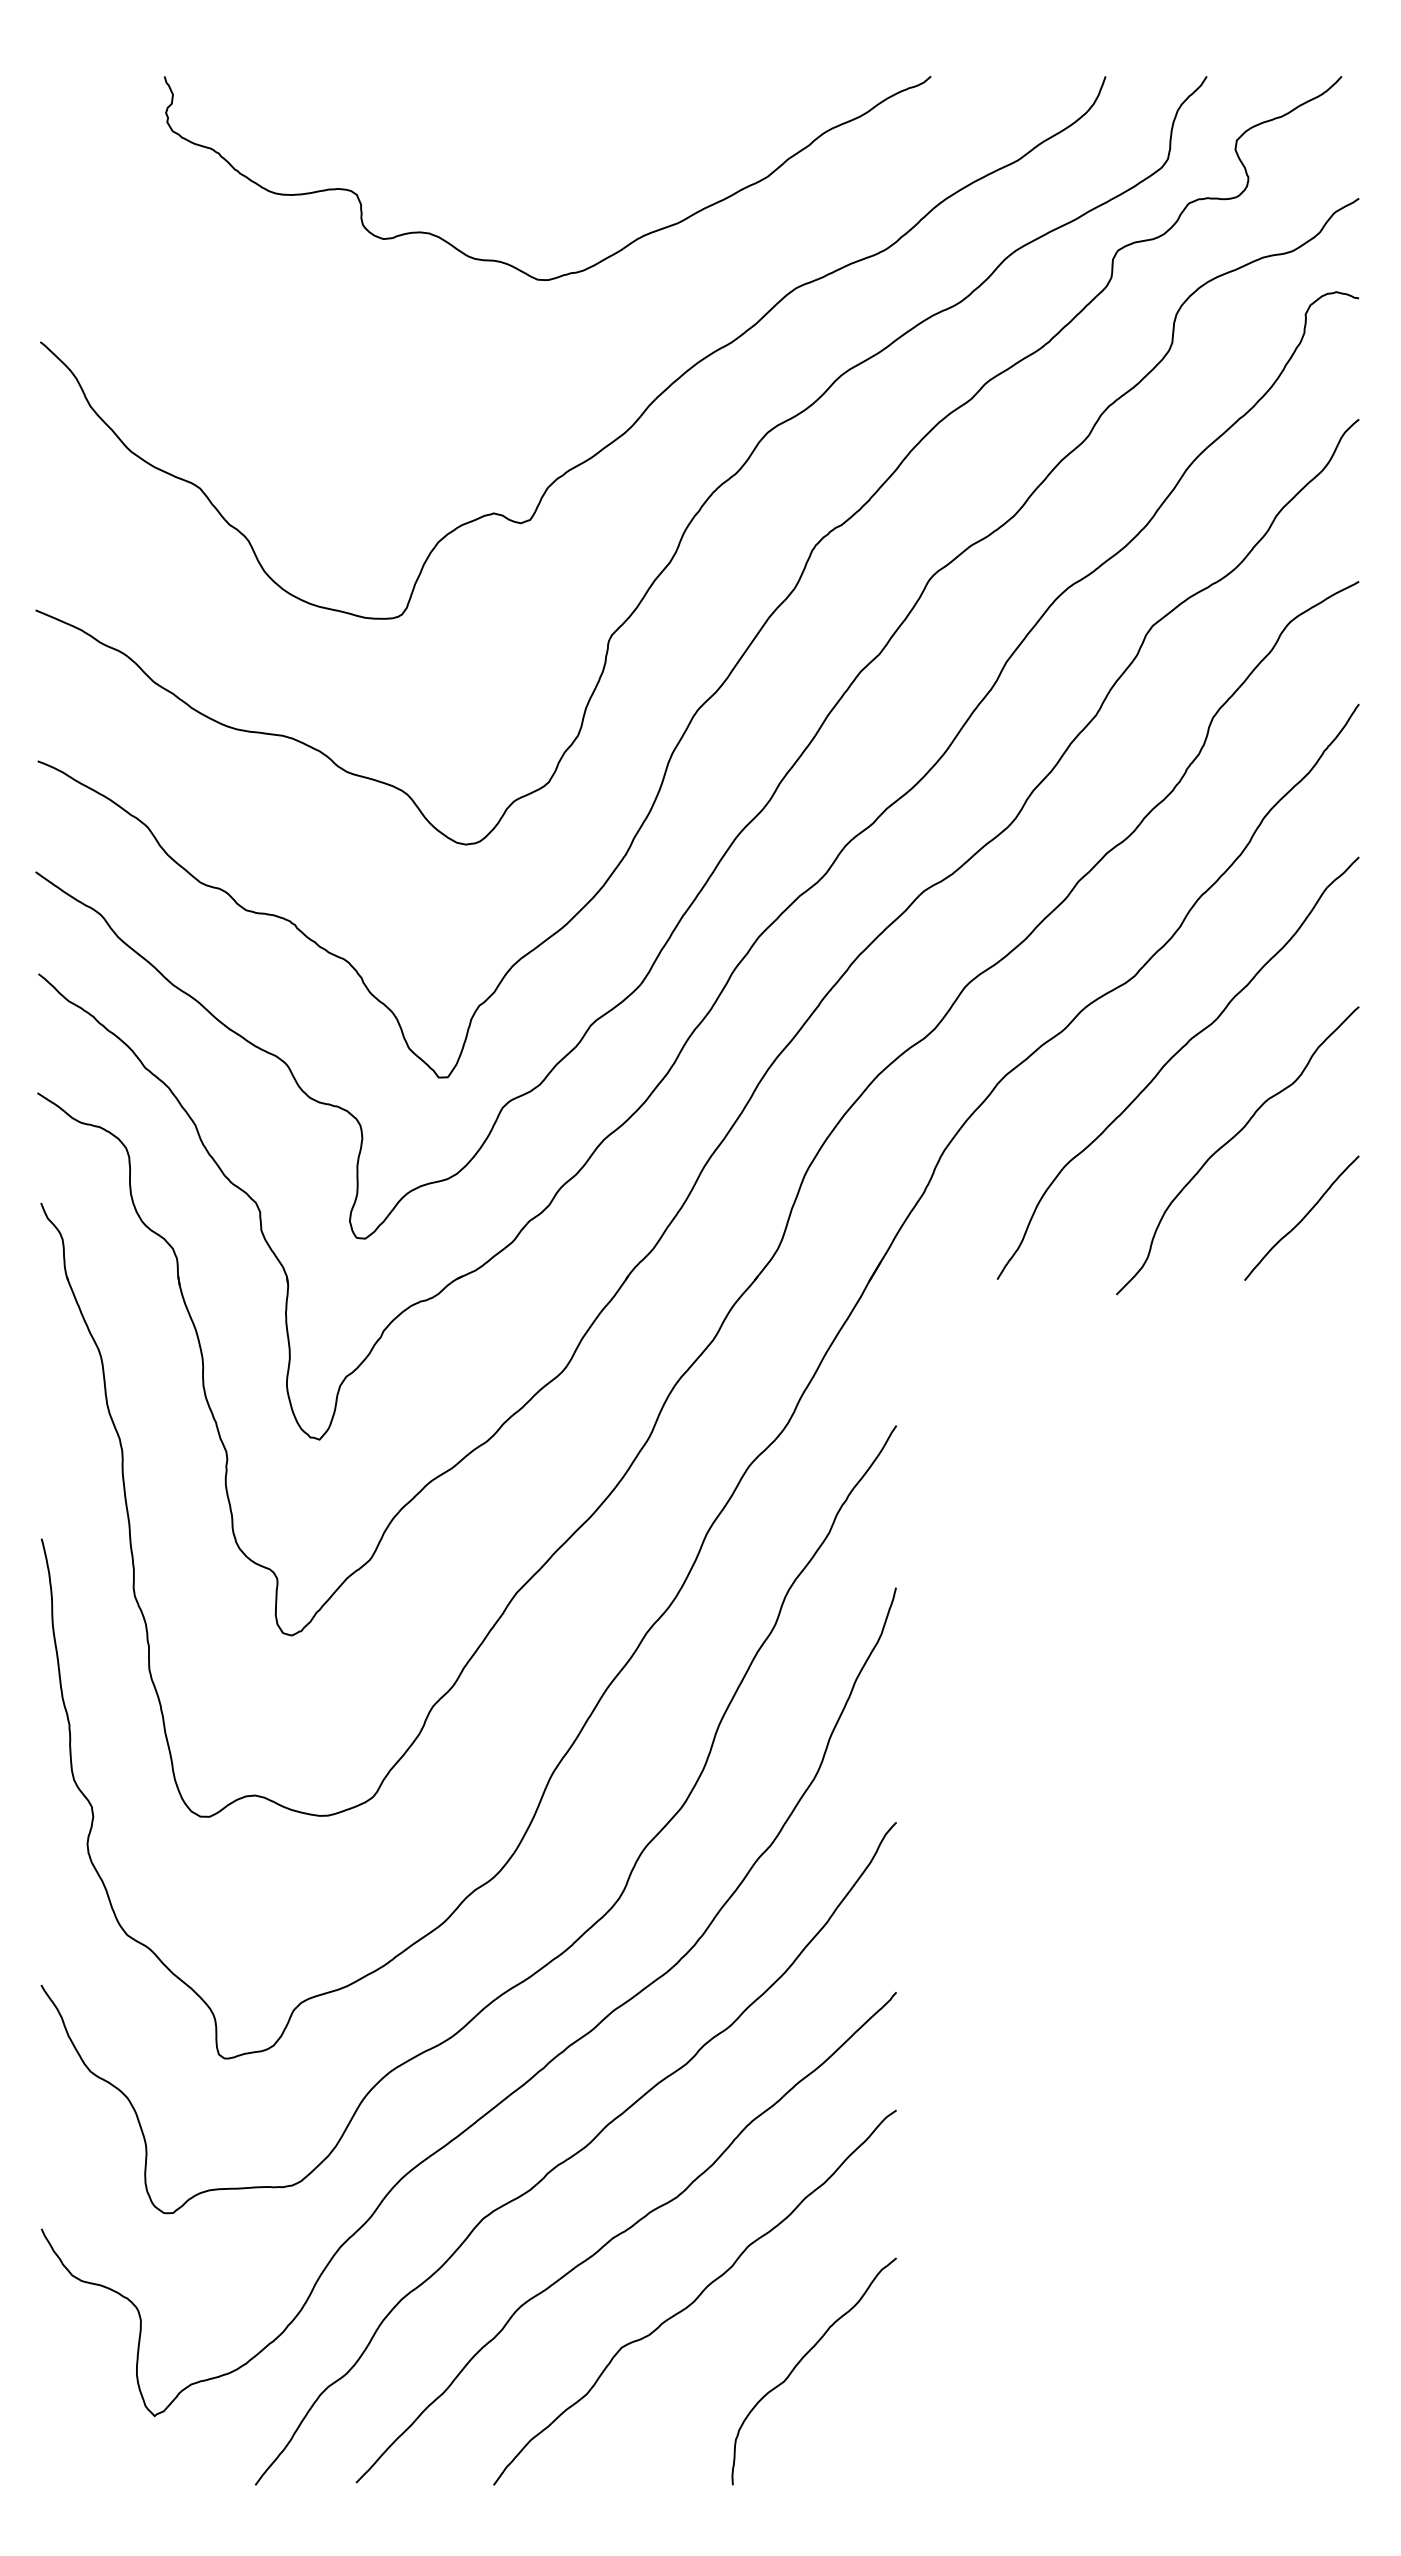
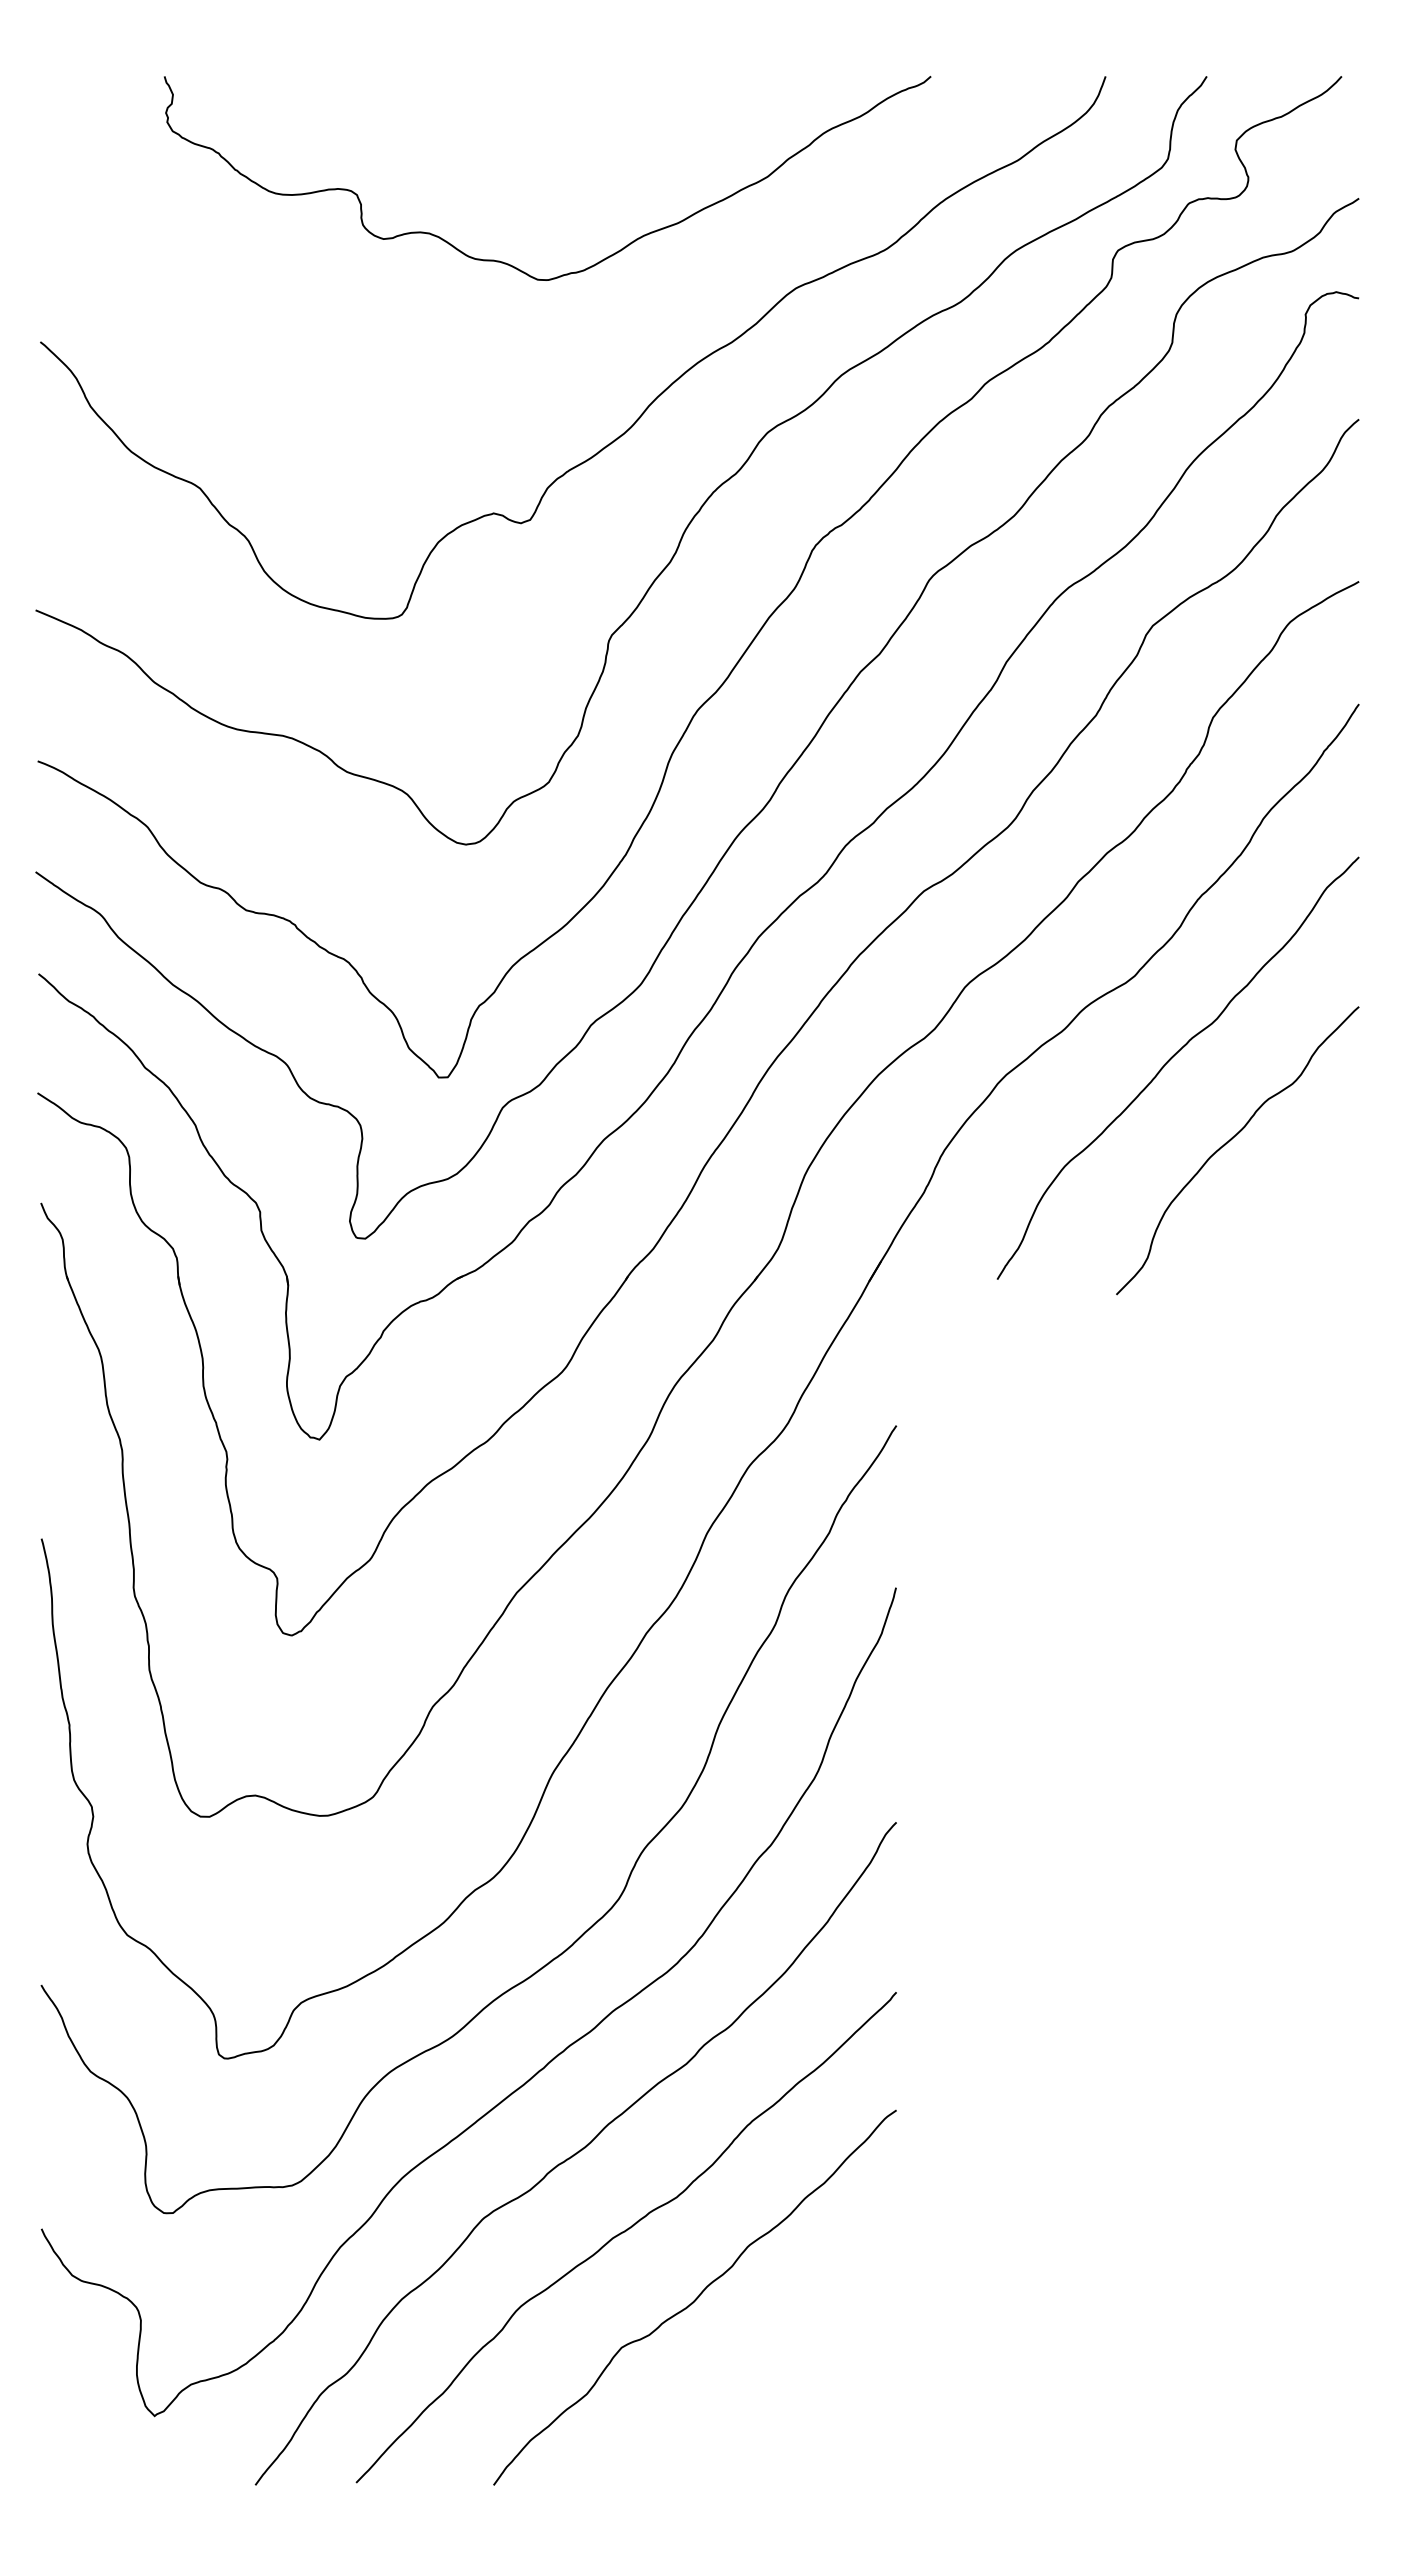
curve at (1302, 1218): present -> none
curve at (801, 2361): present -> none
